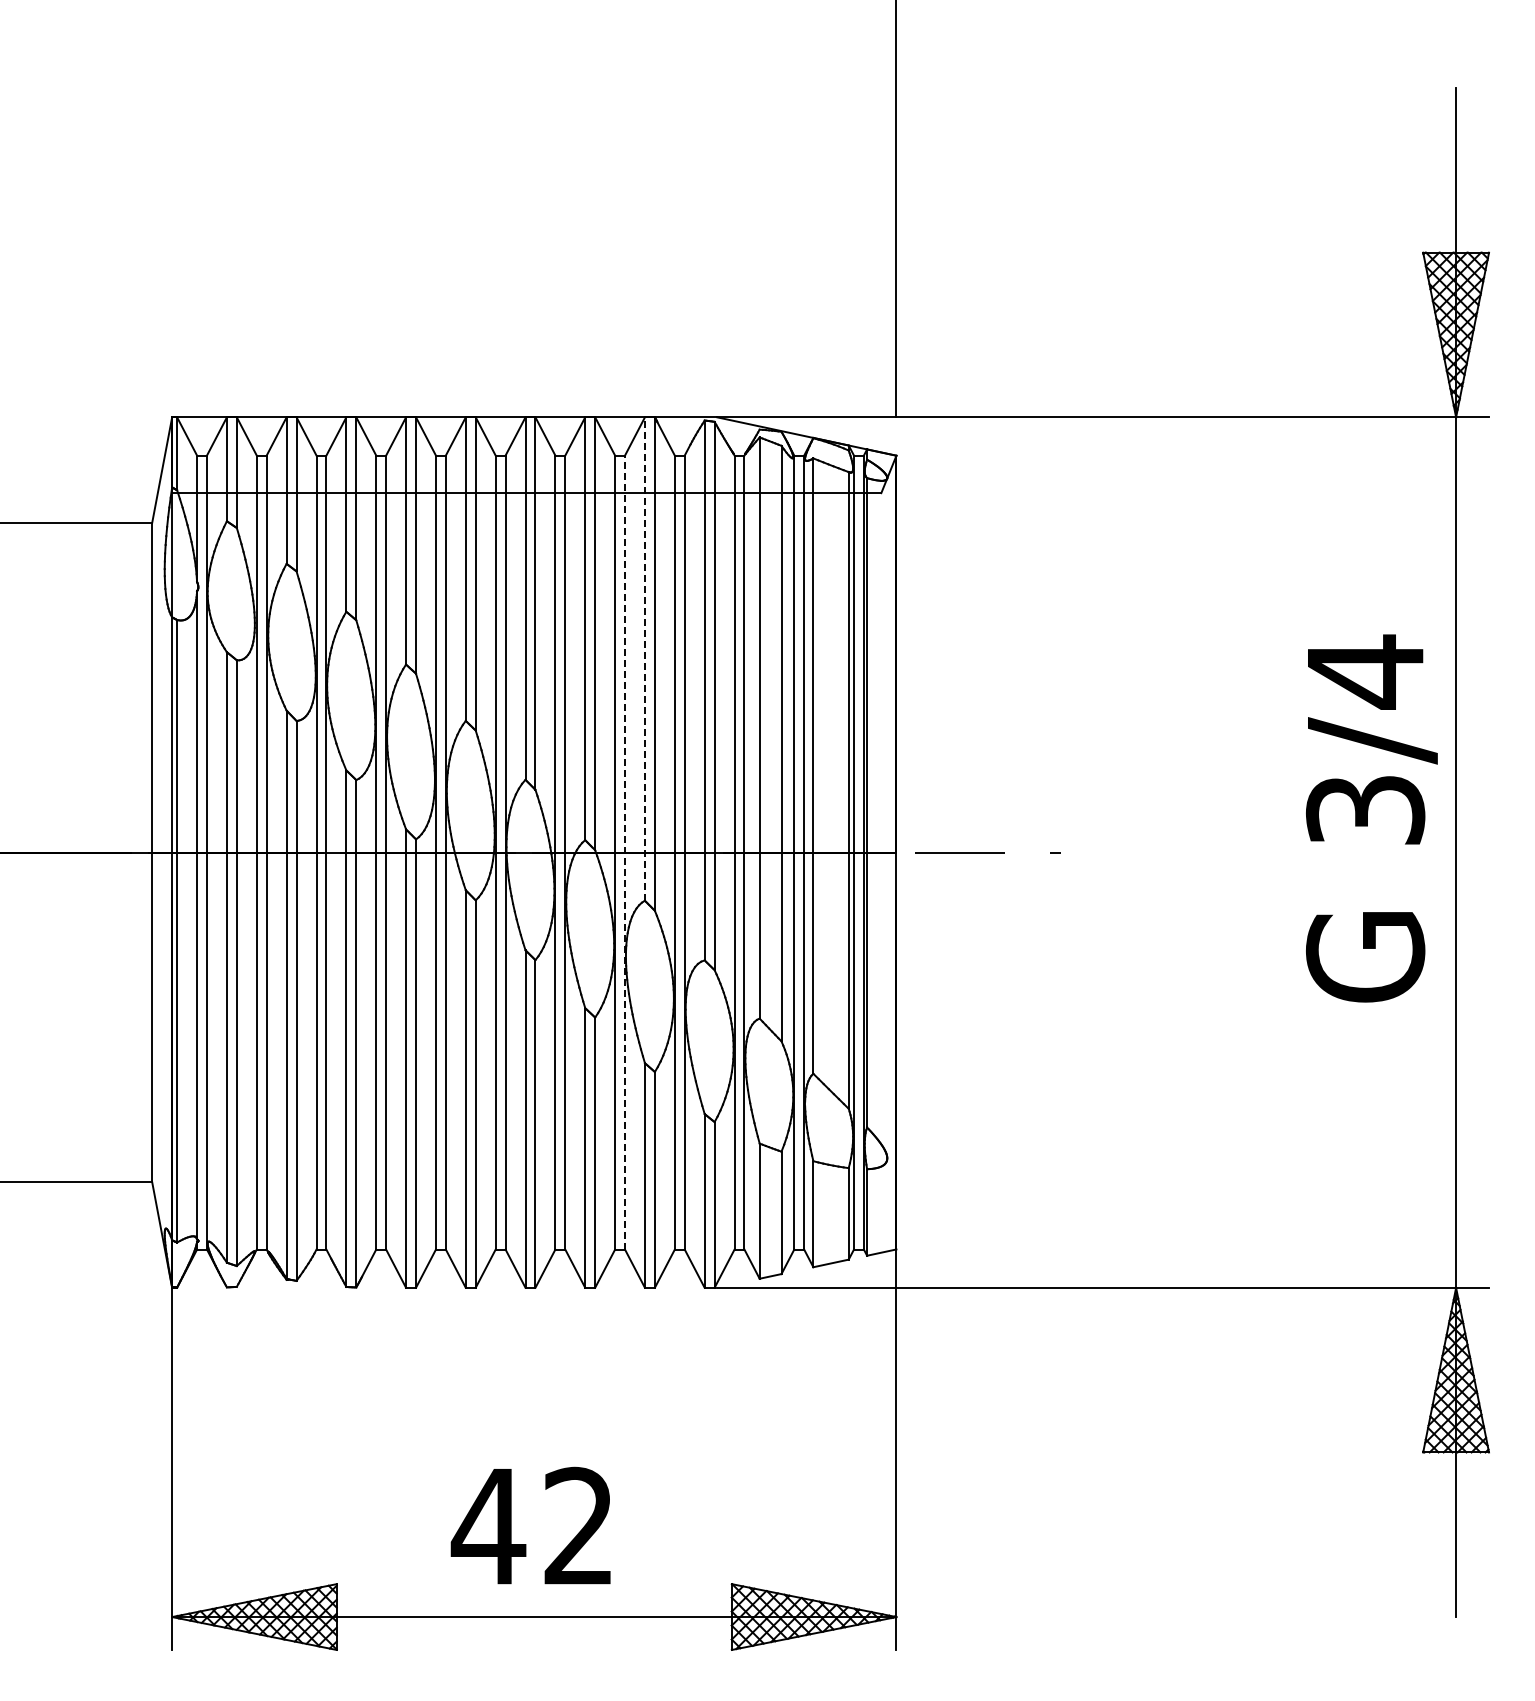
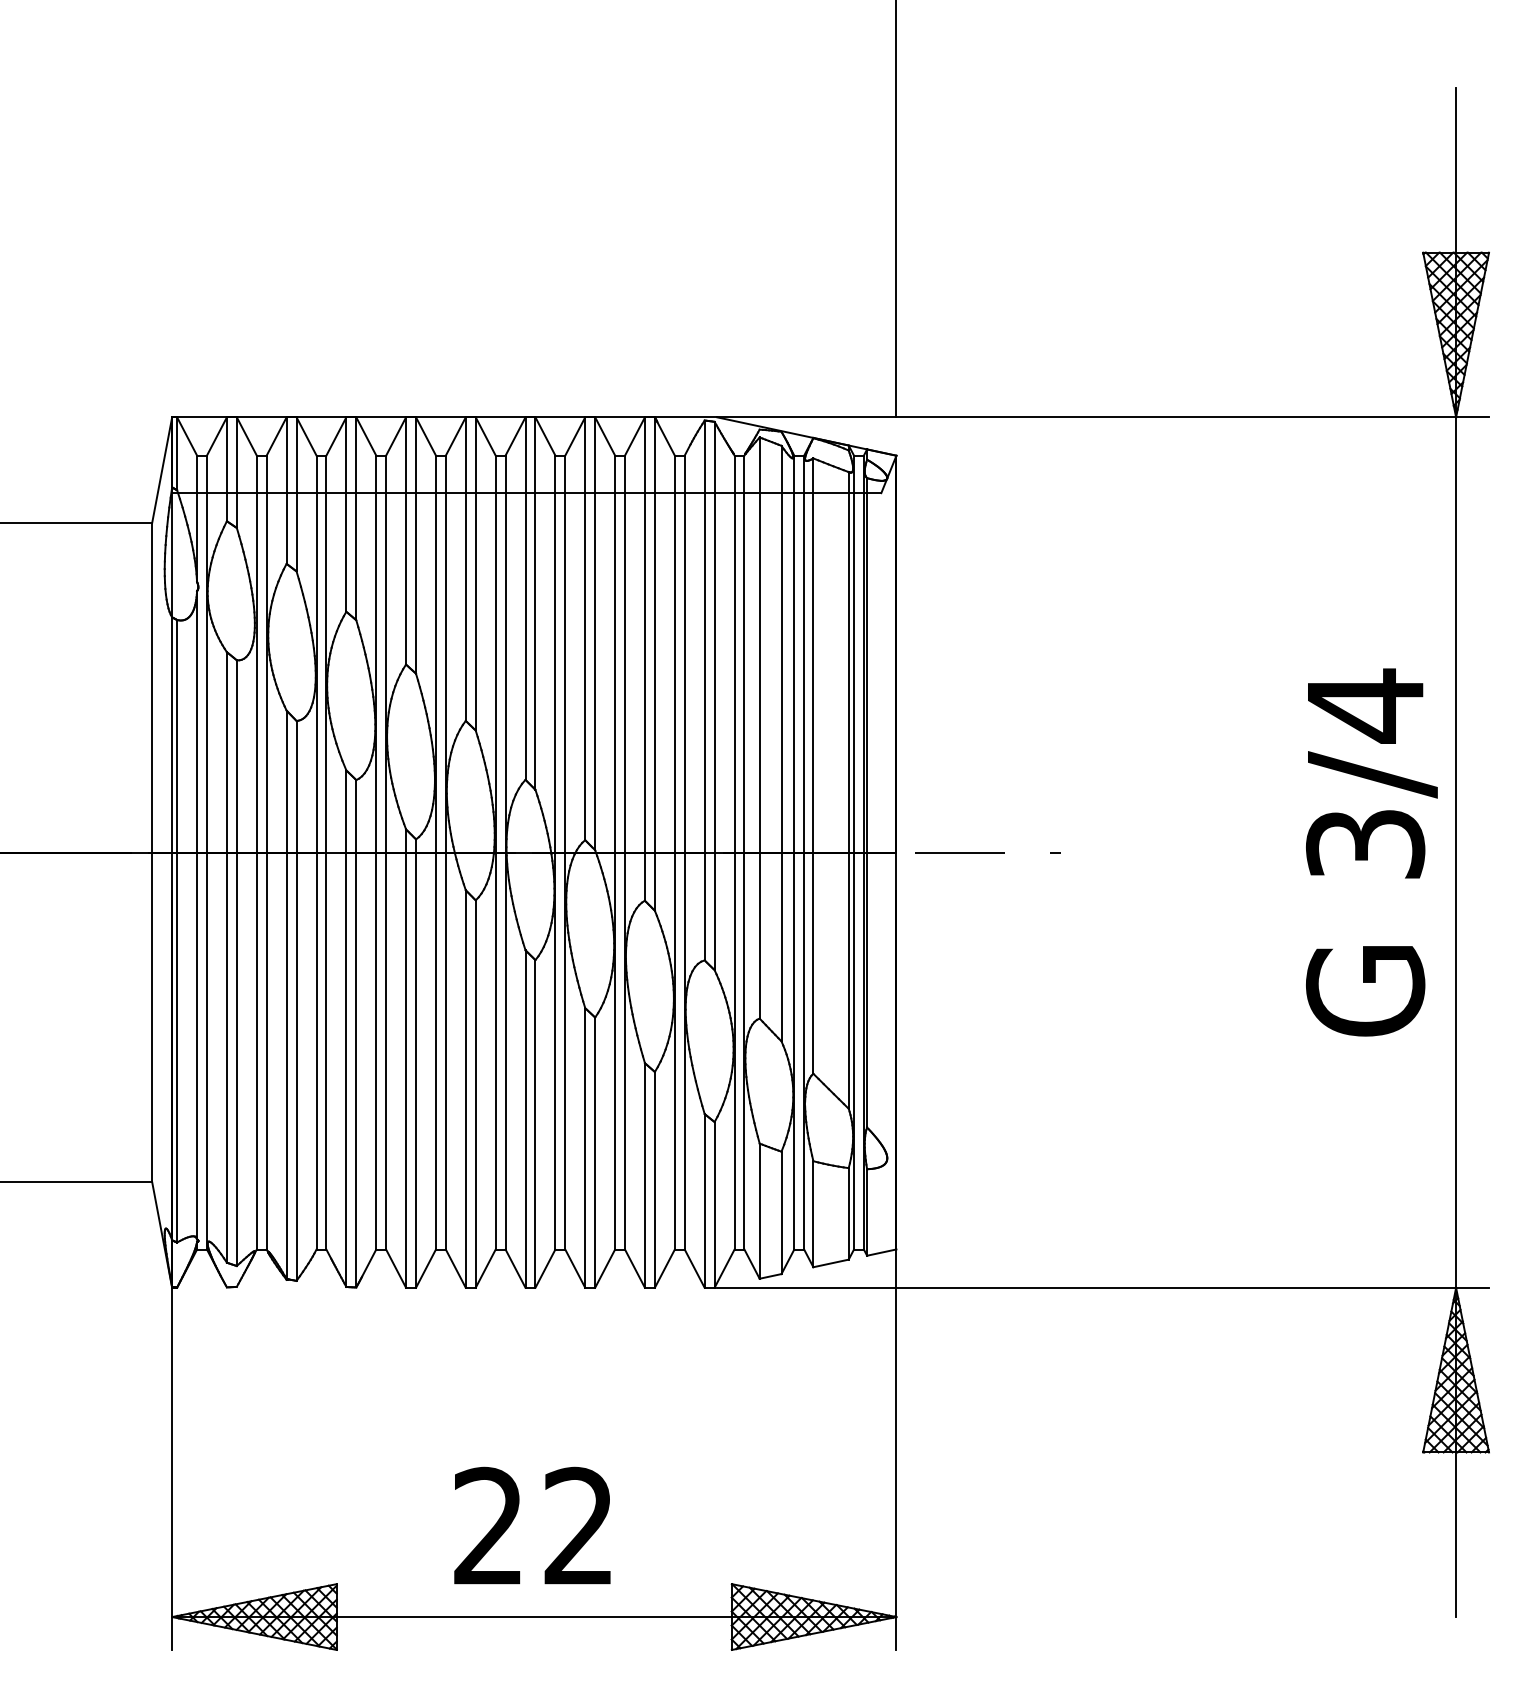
line at (644, 659): dashed -> solid
text at (1371, 818) position: (1371, 818) -> (1371, 852)
line at (625, 852): dashed -> solid
text at (488, 1525): 42 -> 22
